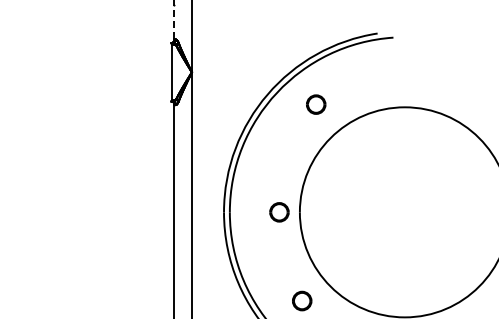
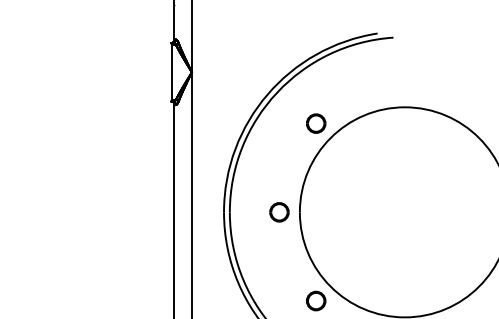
line at (174, 19): dashed -> solid
part at (316, 104) position: (316, 104) -> (316, 123)
part at (302, 300) position: (302, 300) -> (316, 300)
